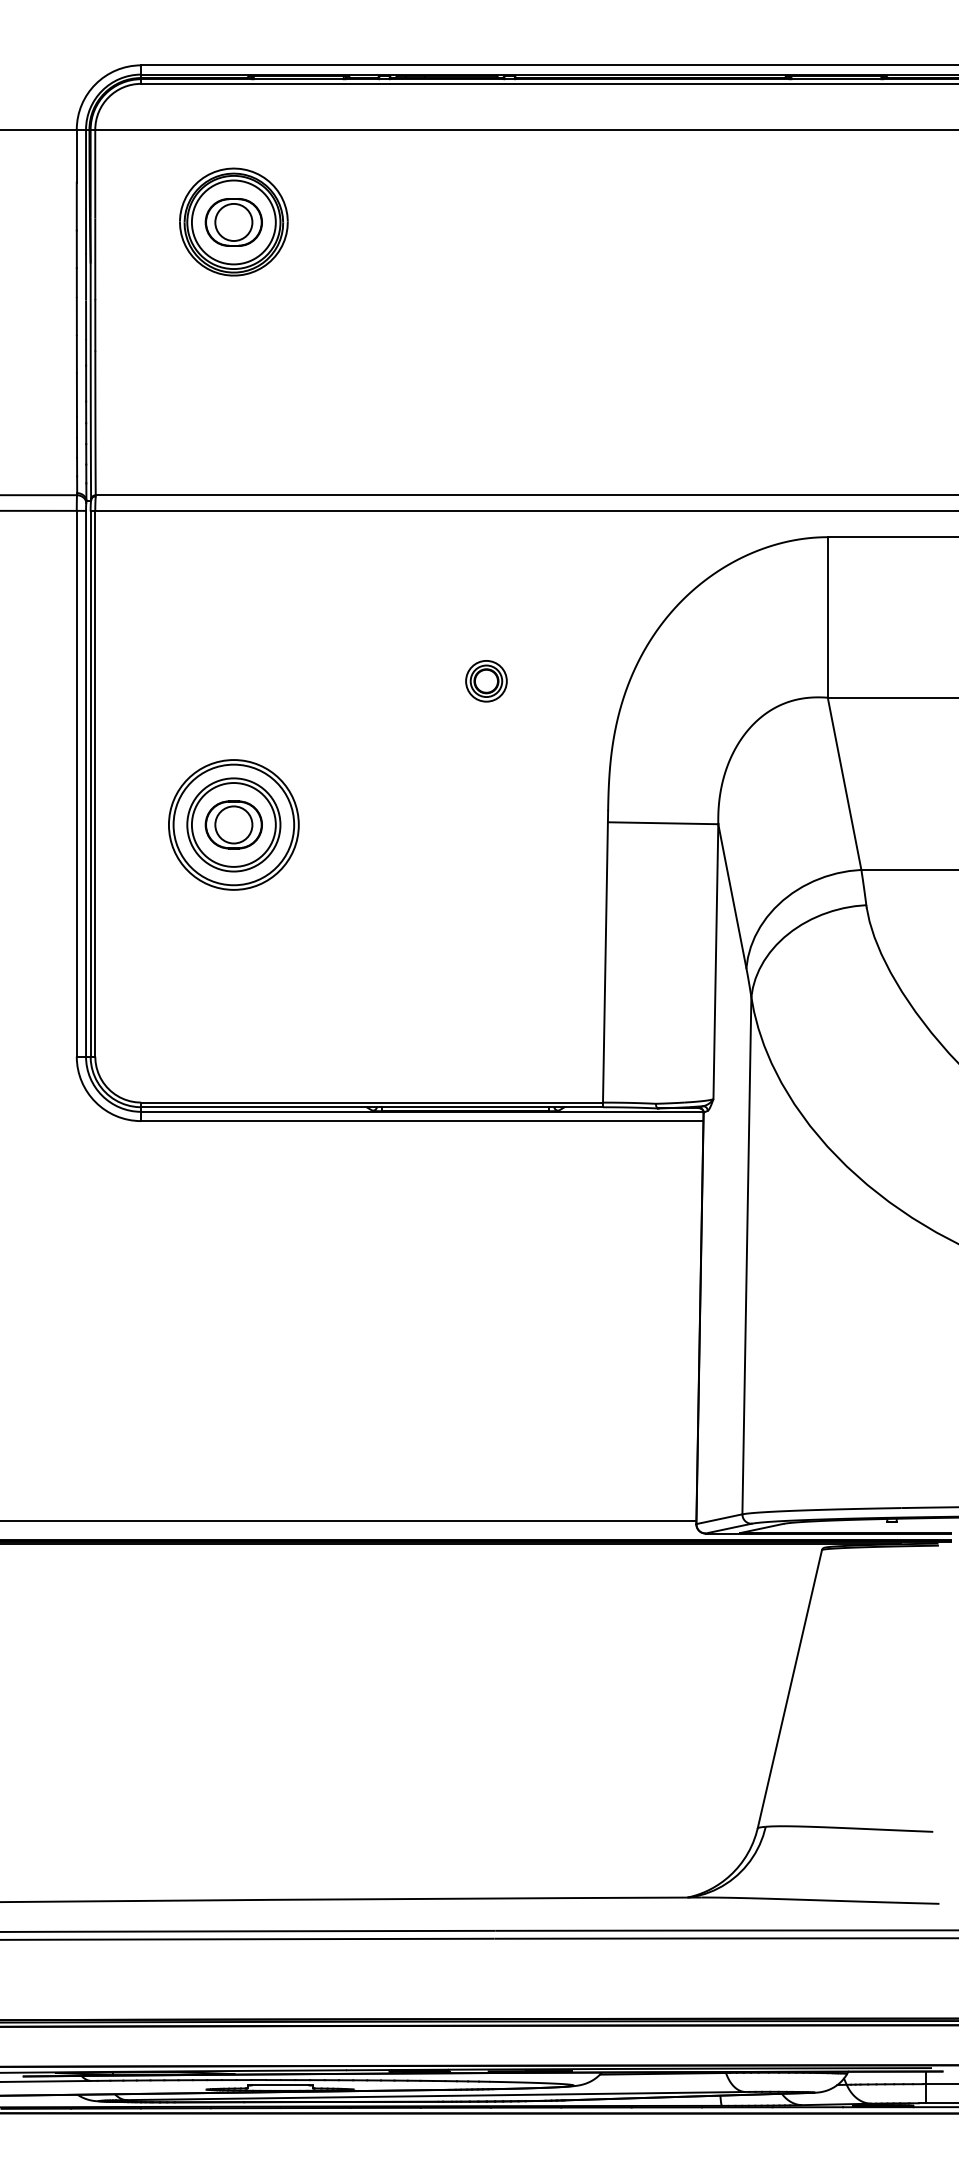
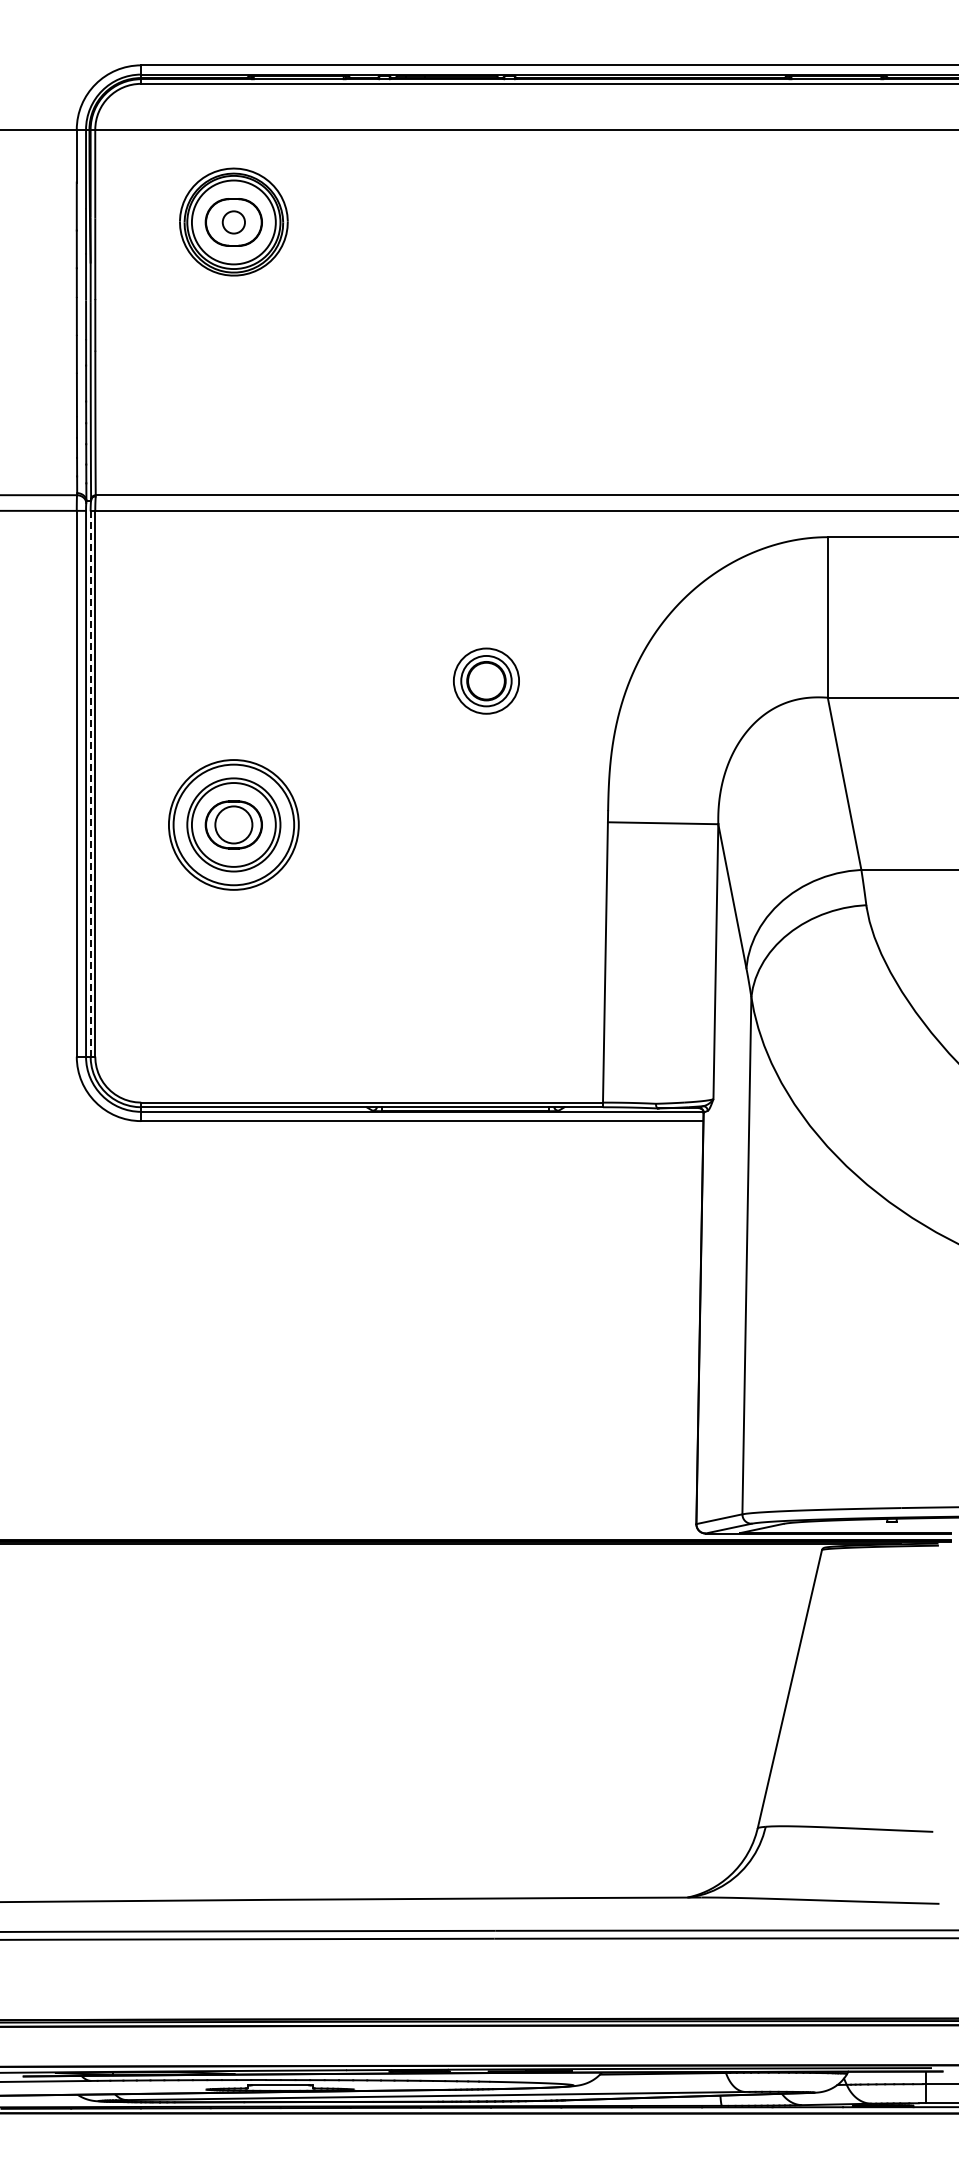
circle at (233, 222) diameter: 37 px -> 22 px
part at (486, 681) size: 43x43 px -> 67x68 px
line at (90, 784): solid -> dashed
line at (349, 1521): present -> none
